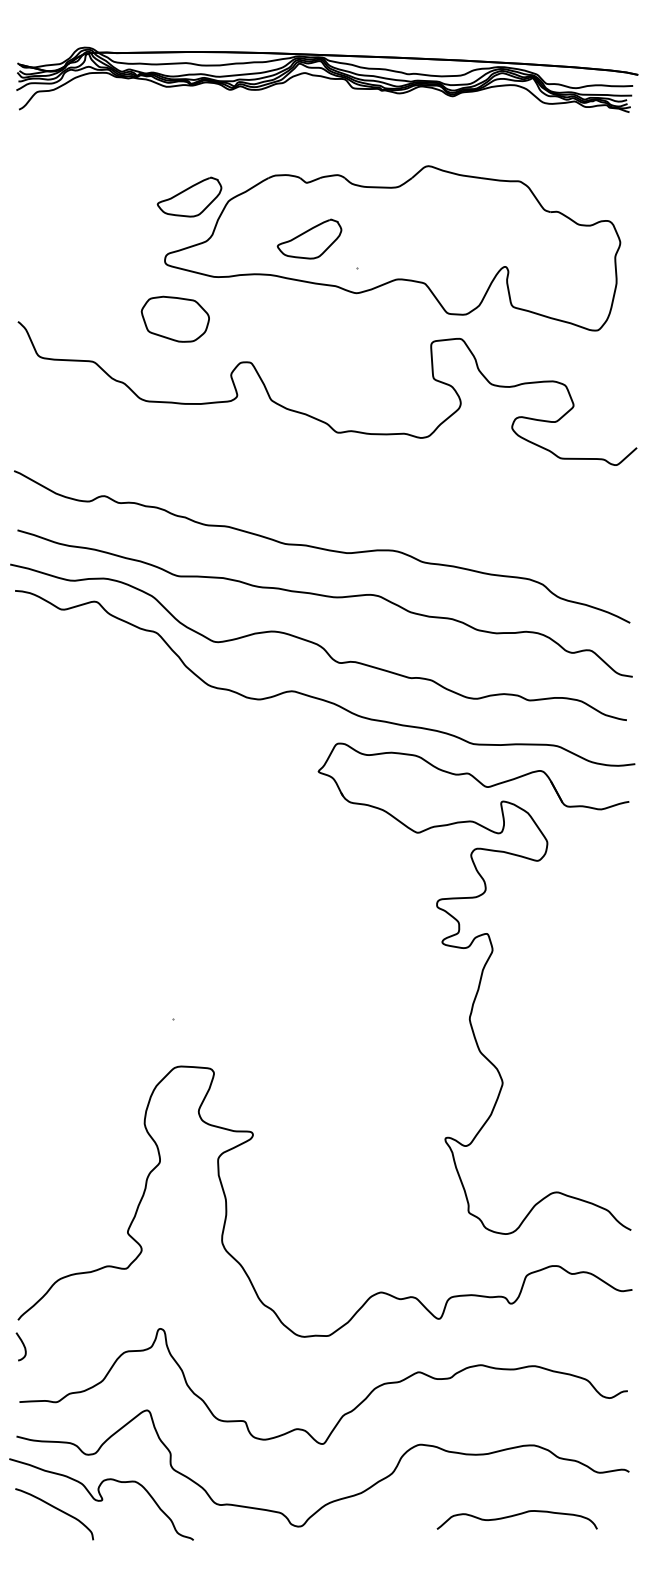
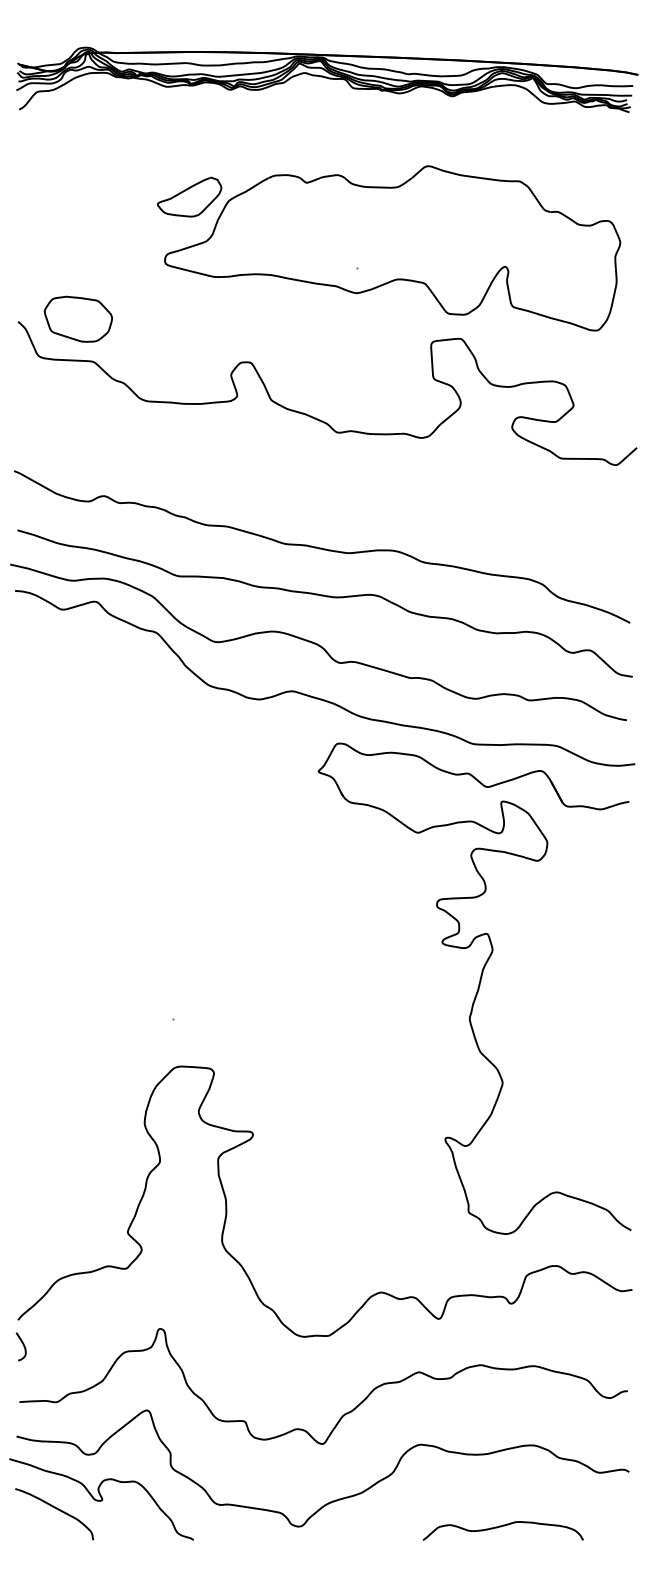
part at (309, 238): present -> none
part at (174, 318) position: (174, 318) -> (77, 318)
curve at (515, 1516) position: (515, 1516) -> (501, 1527)
